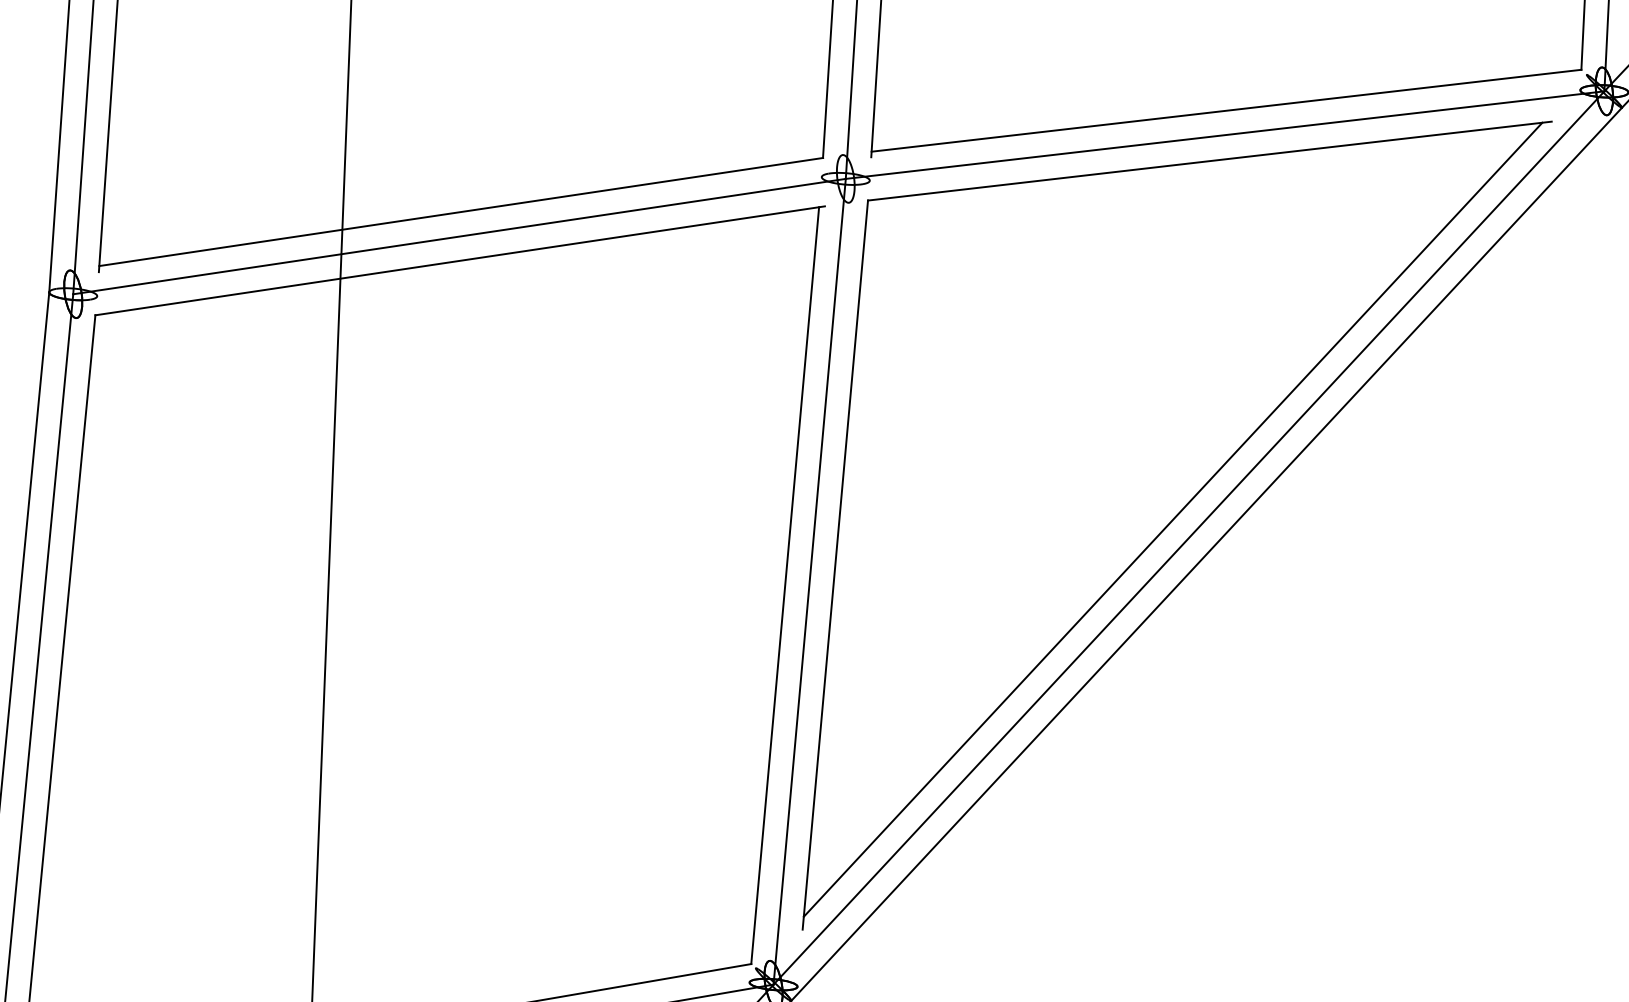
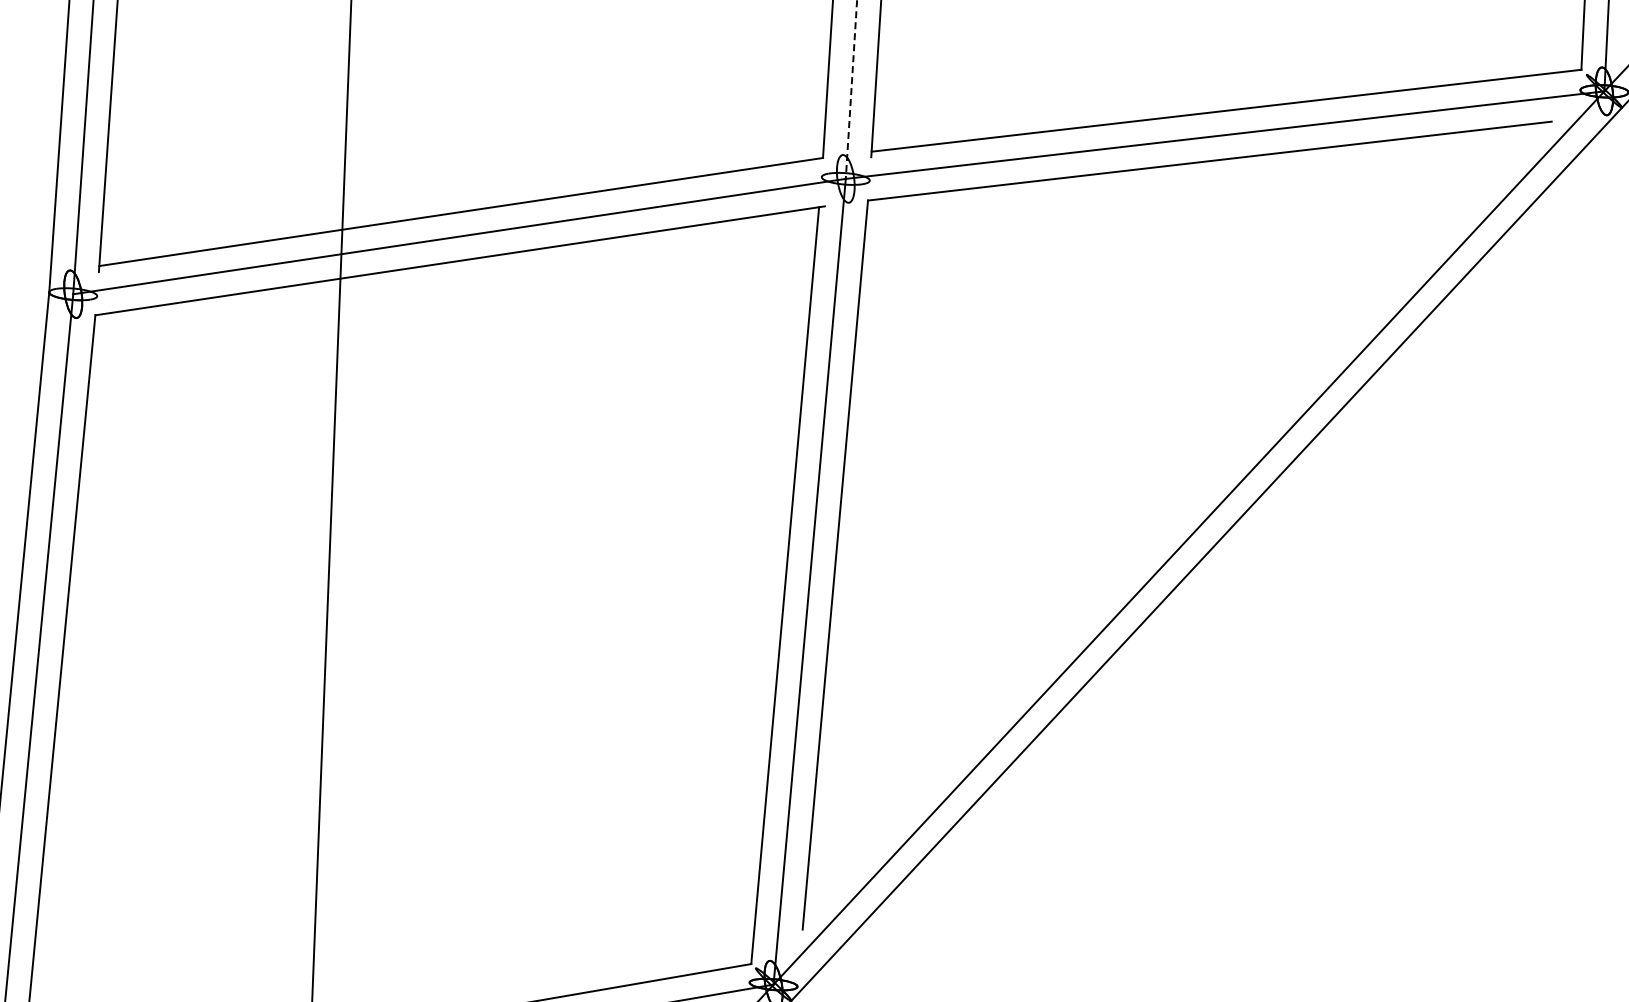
line at (851, 90): solid -> dashed
line at (1172, 519): present -> none
